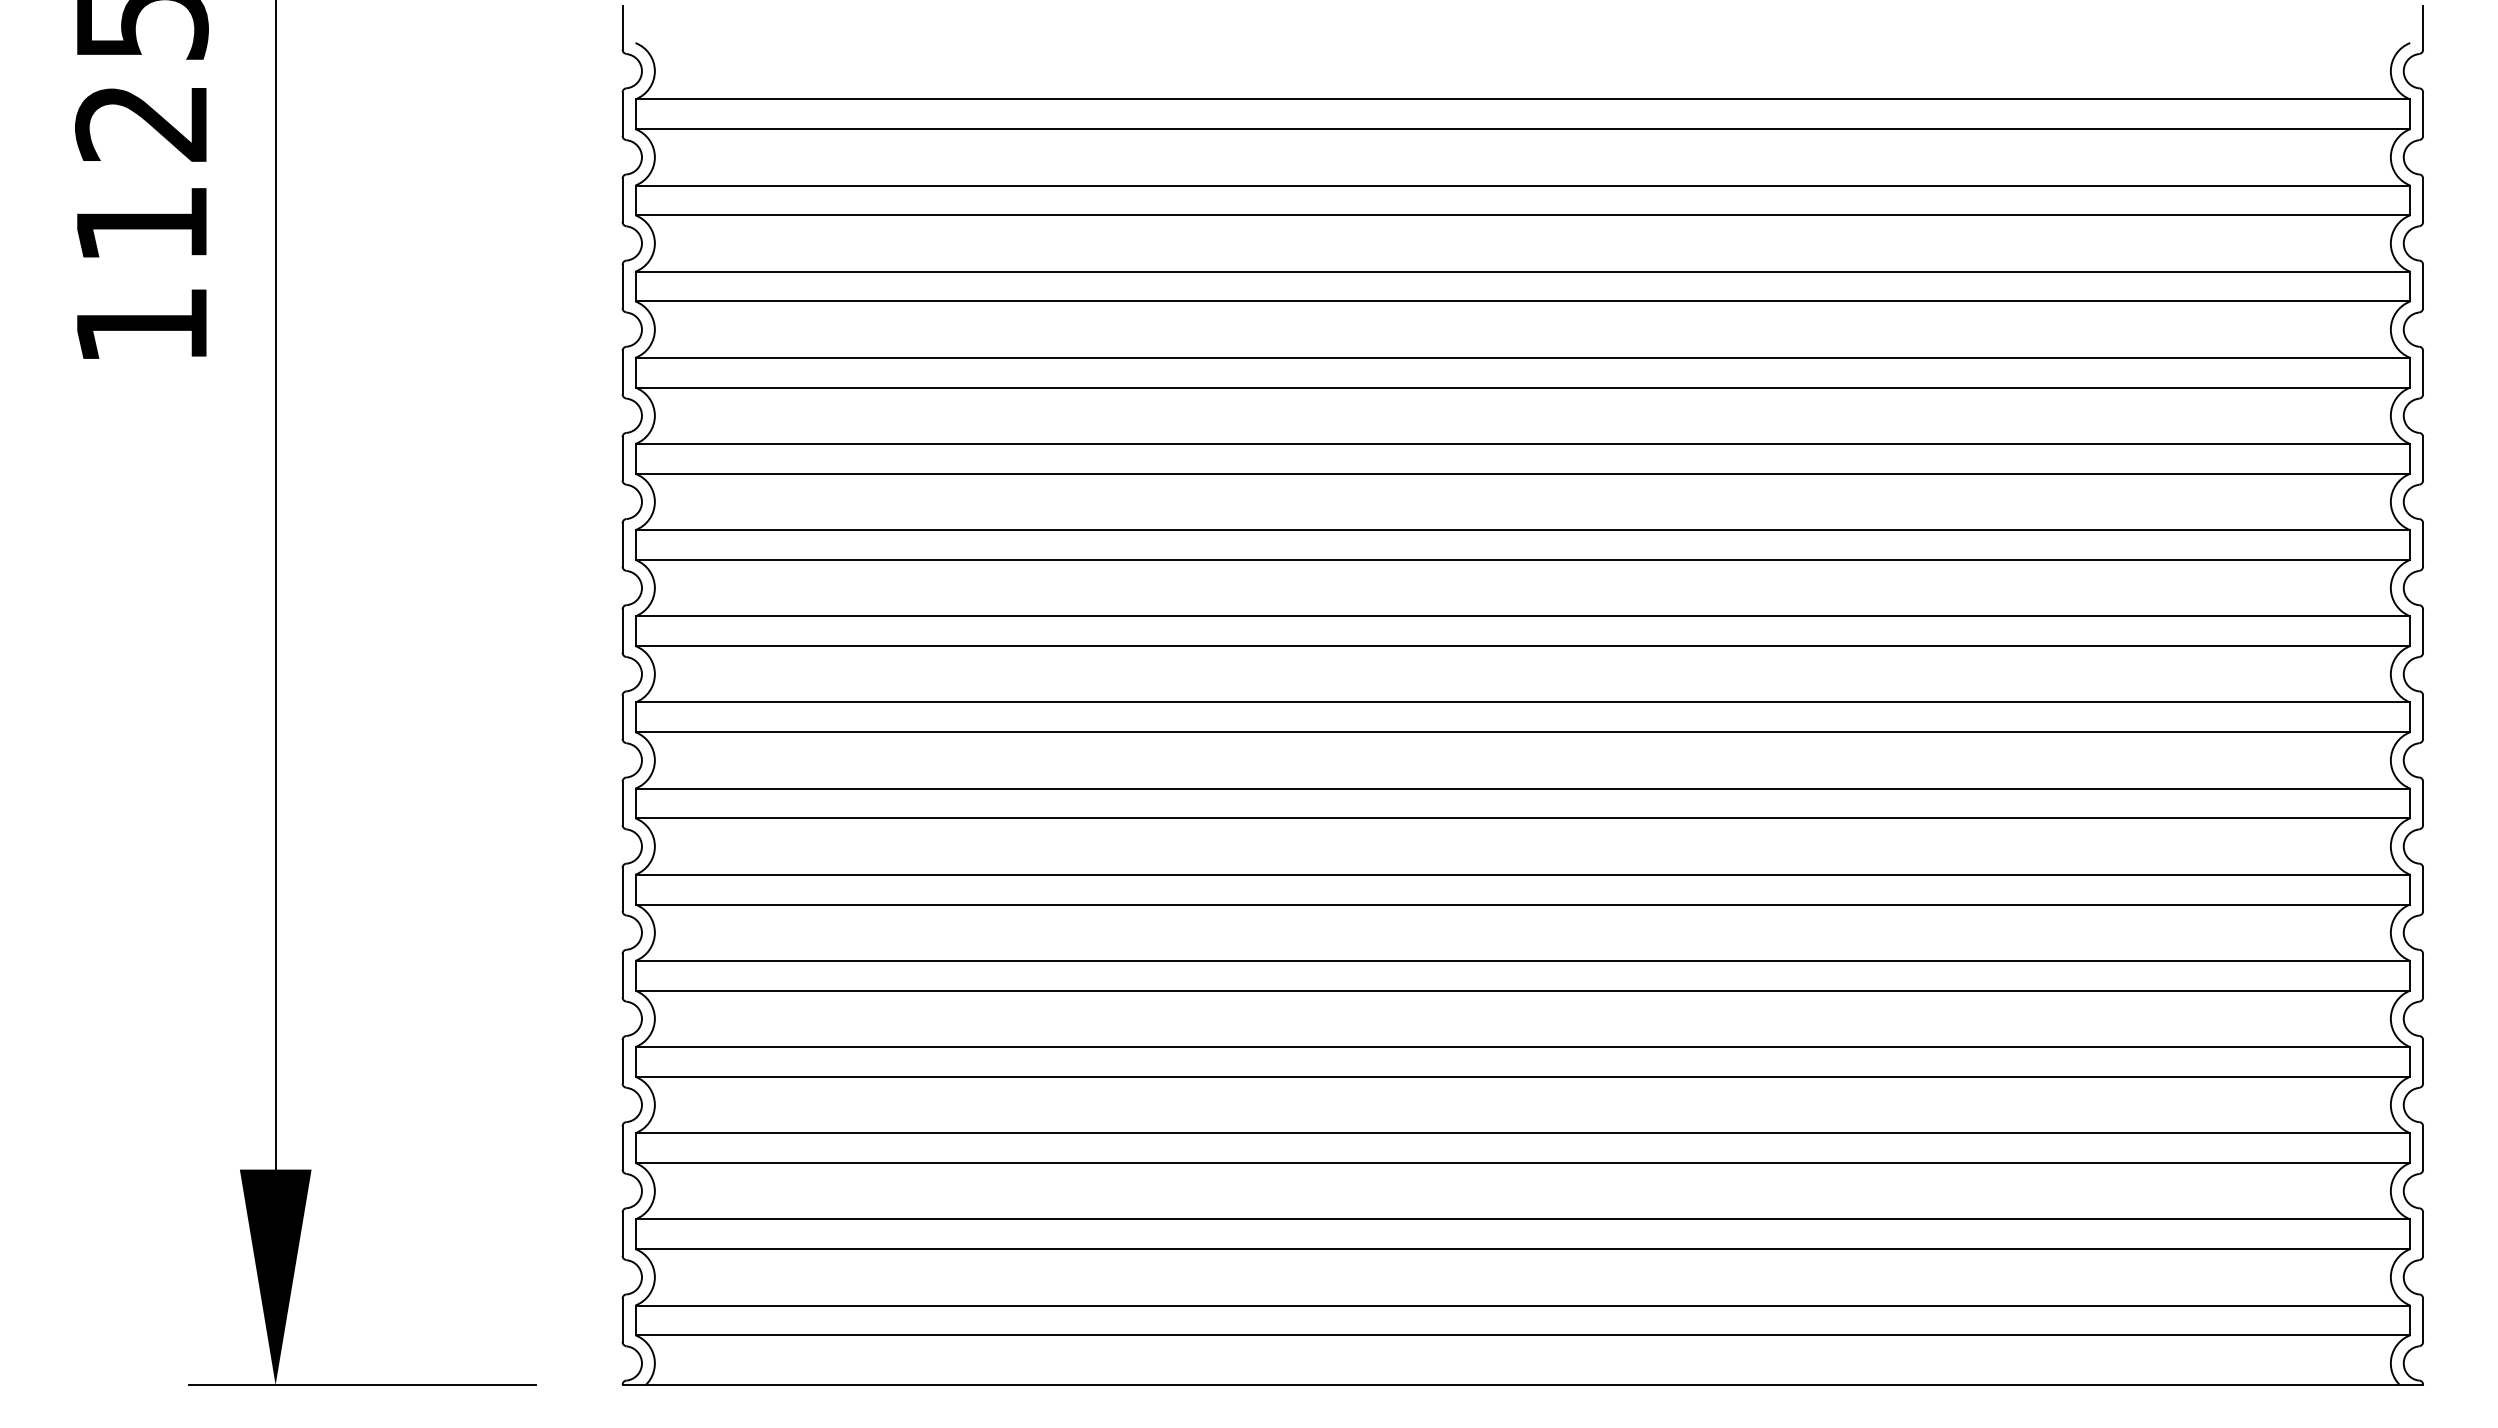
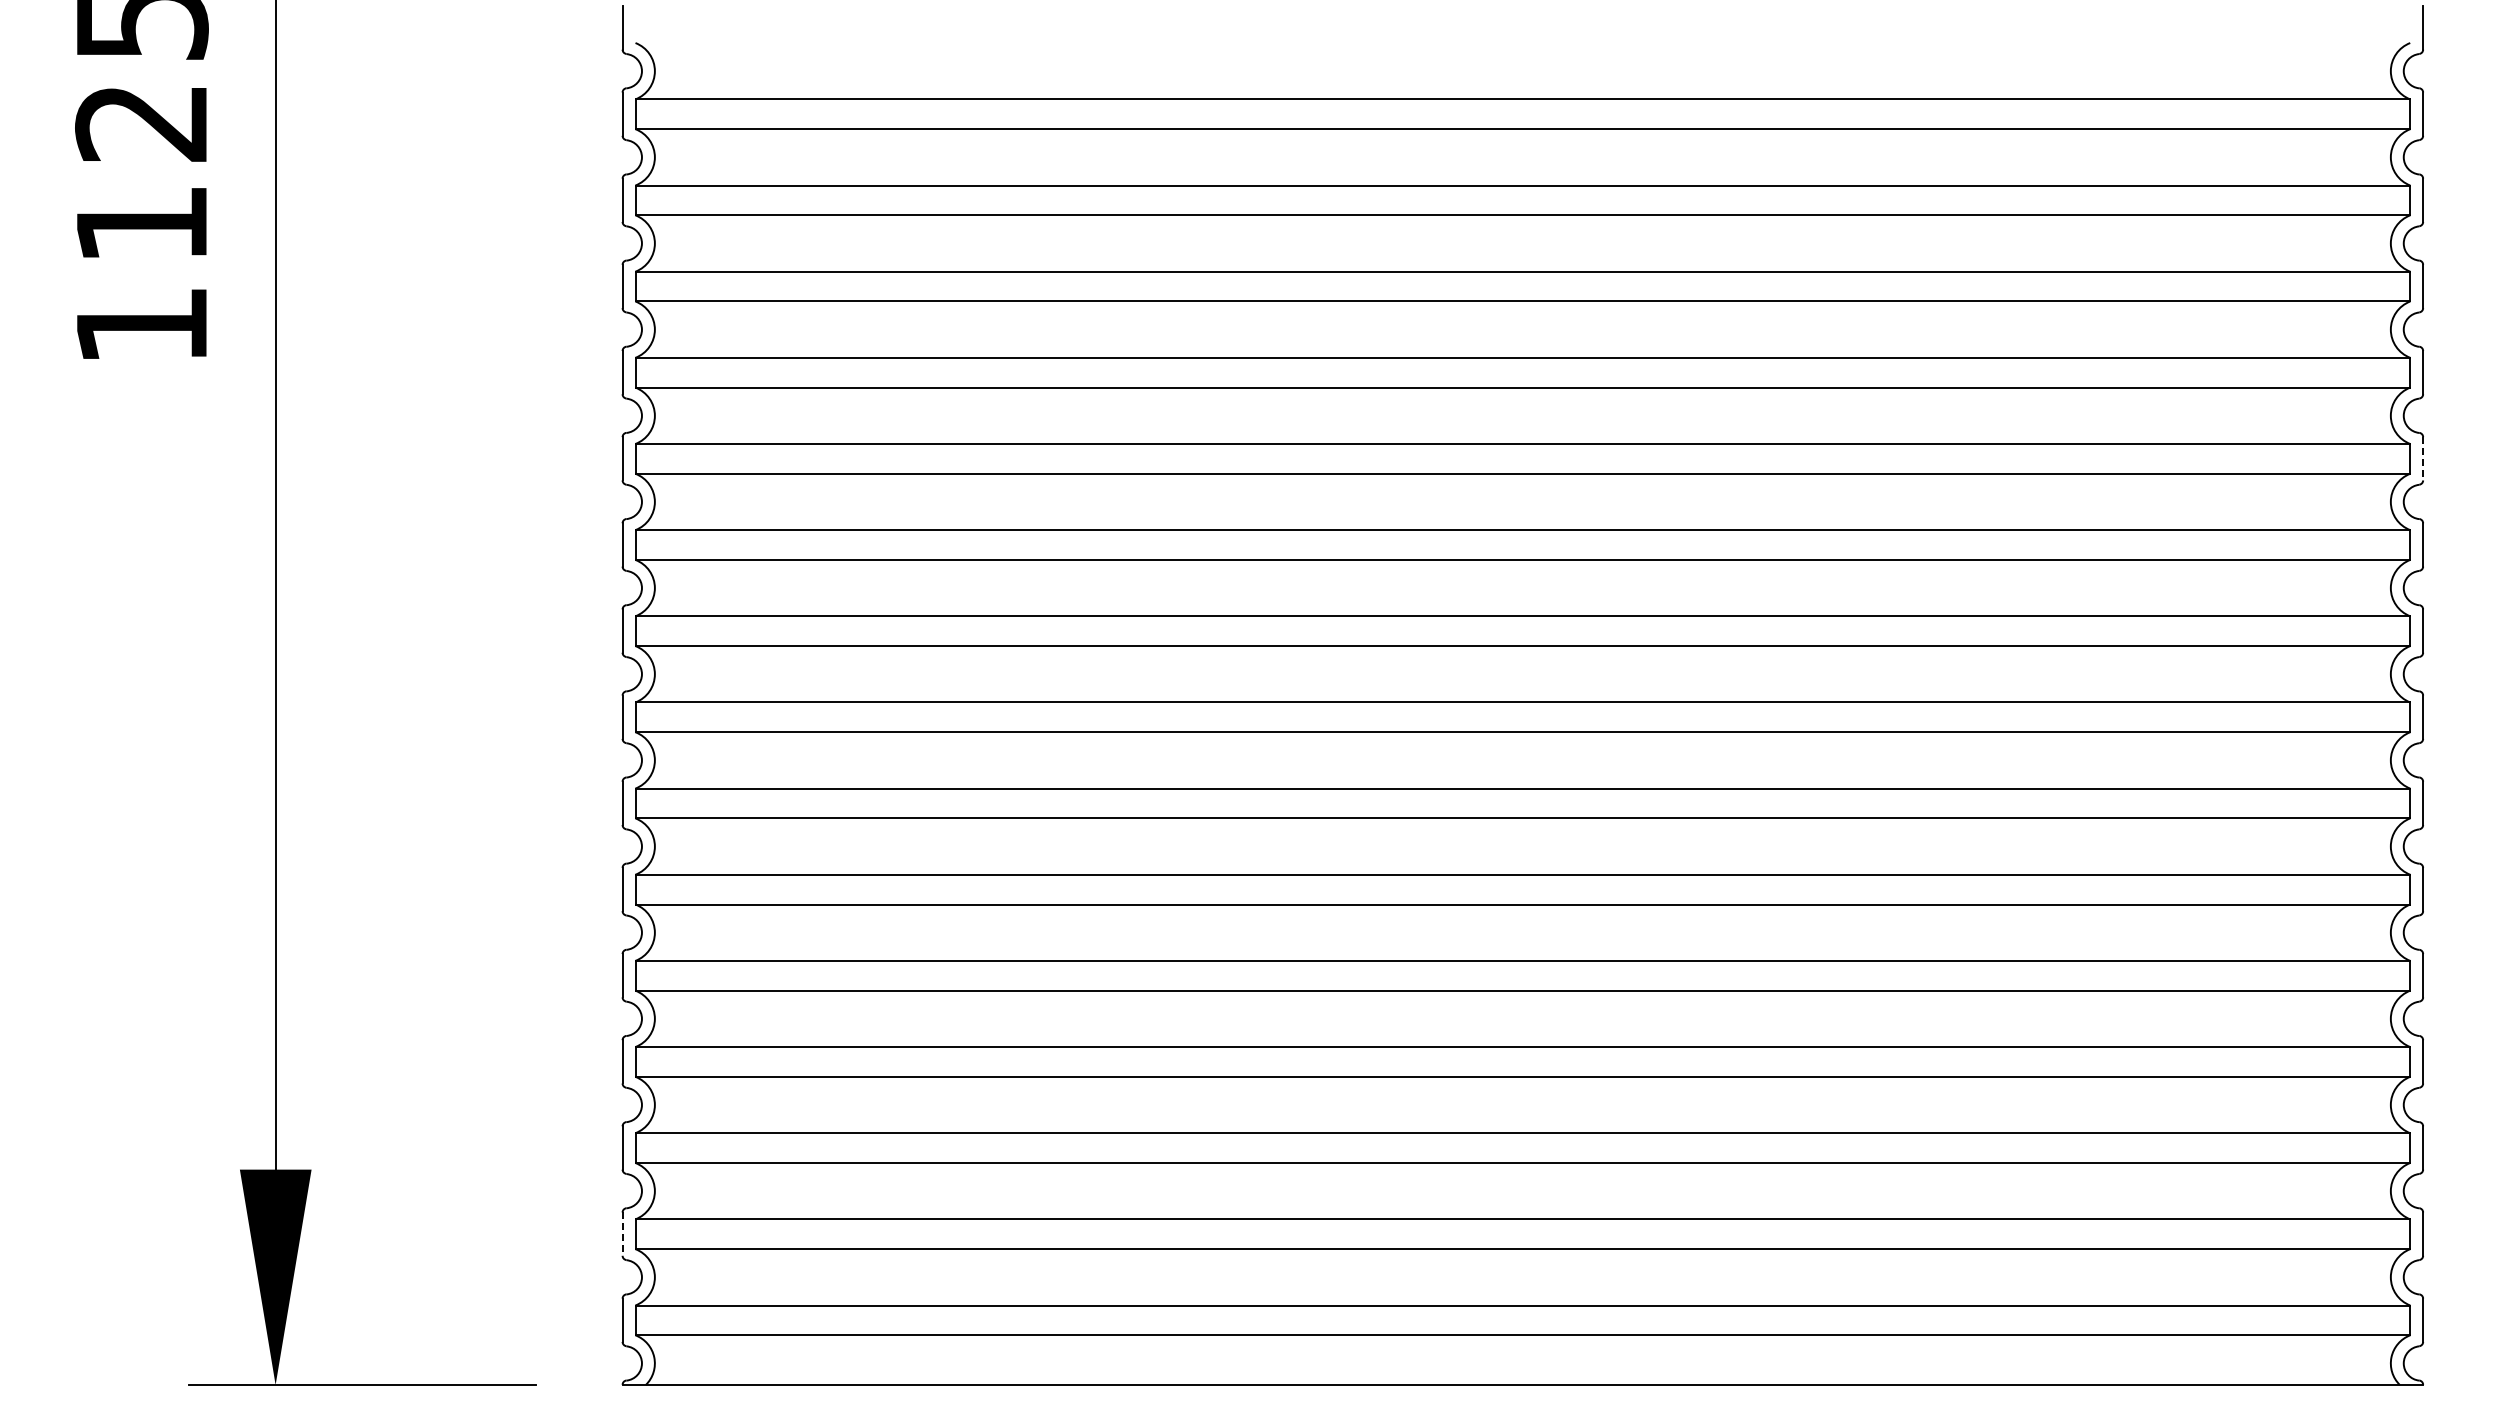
line at (2423, 458): solid -> dashed
line at (622, 1234): solid -> dashed
